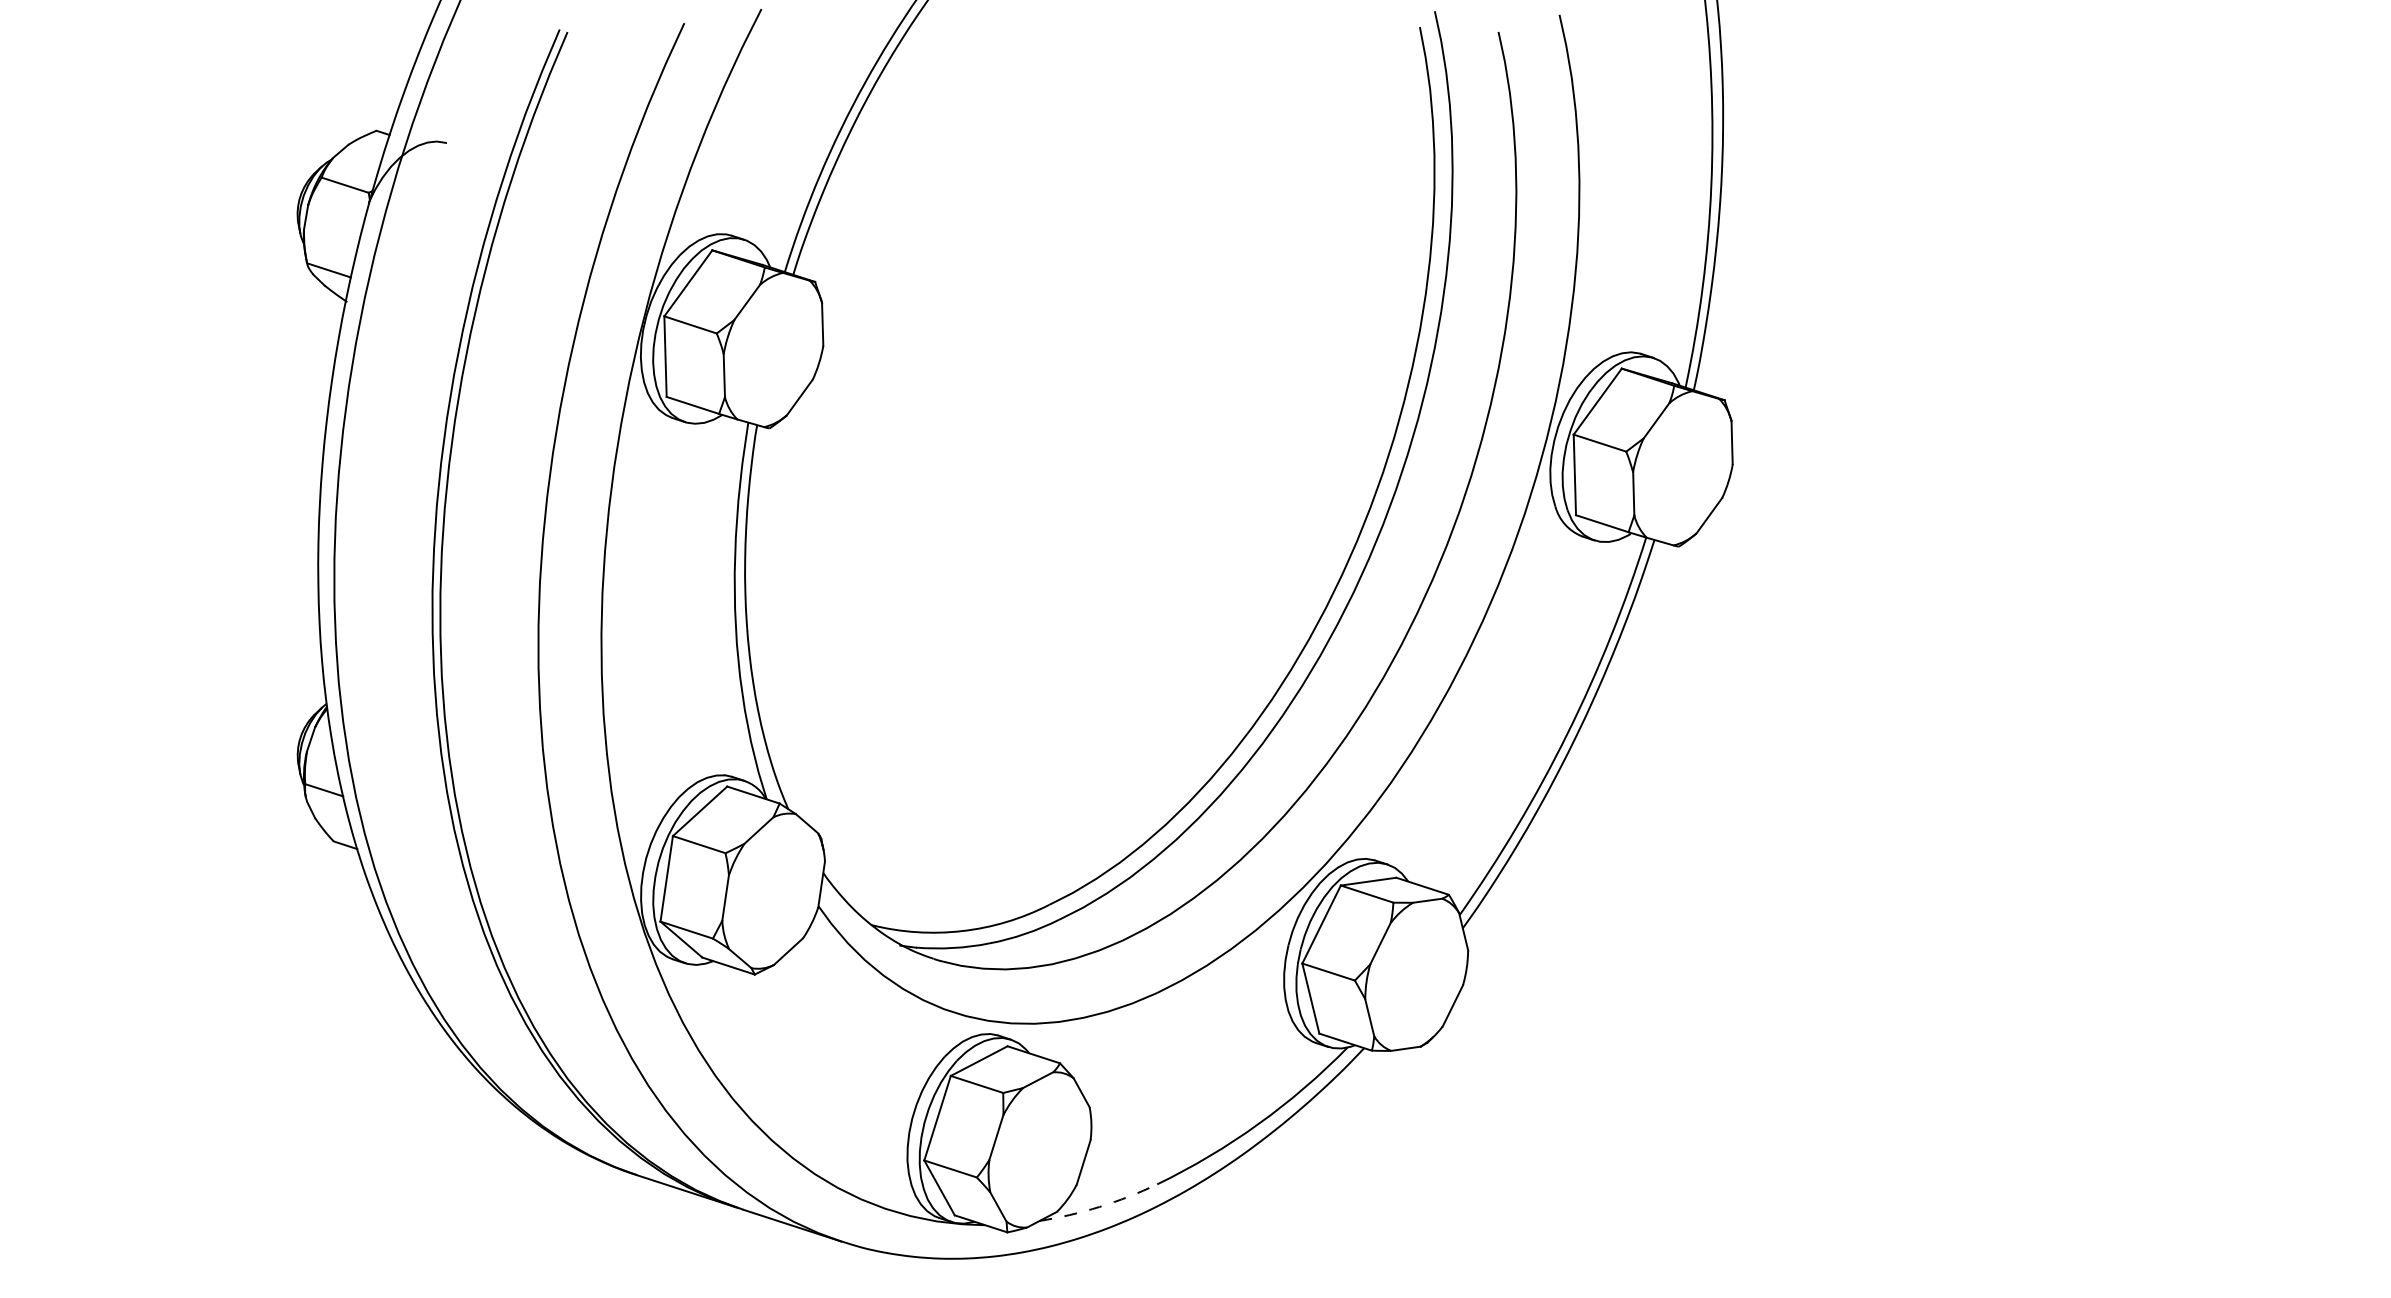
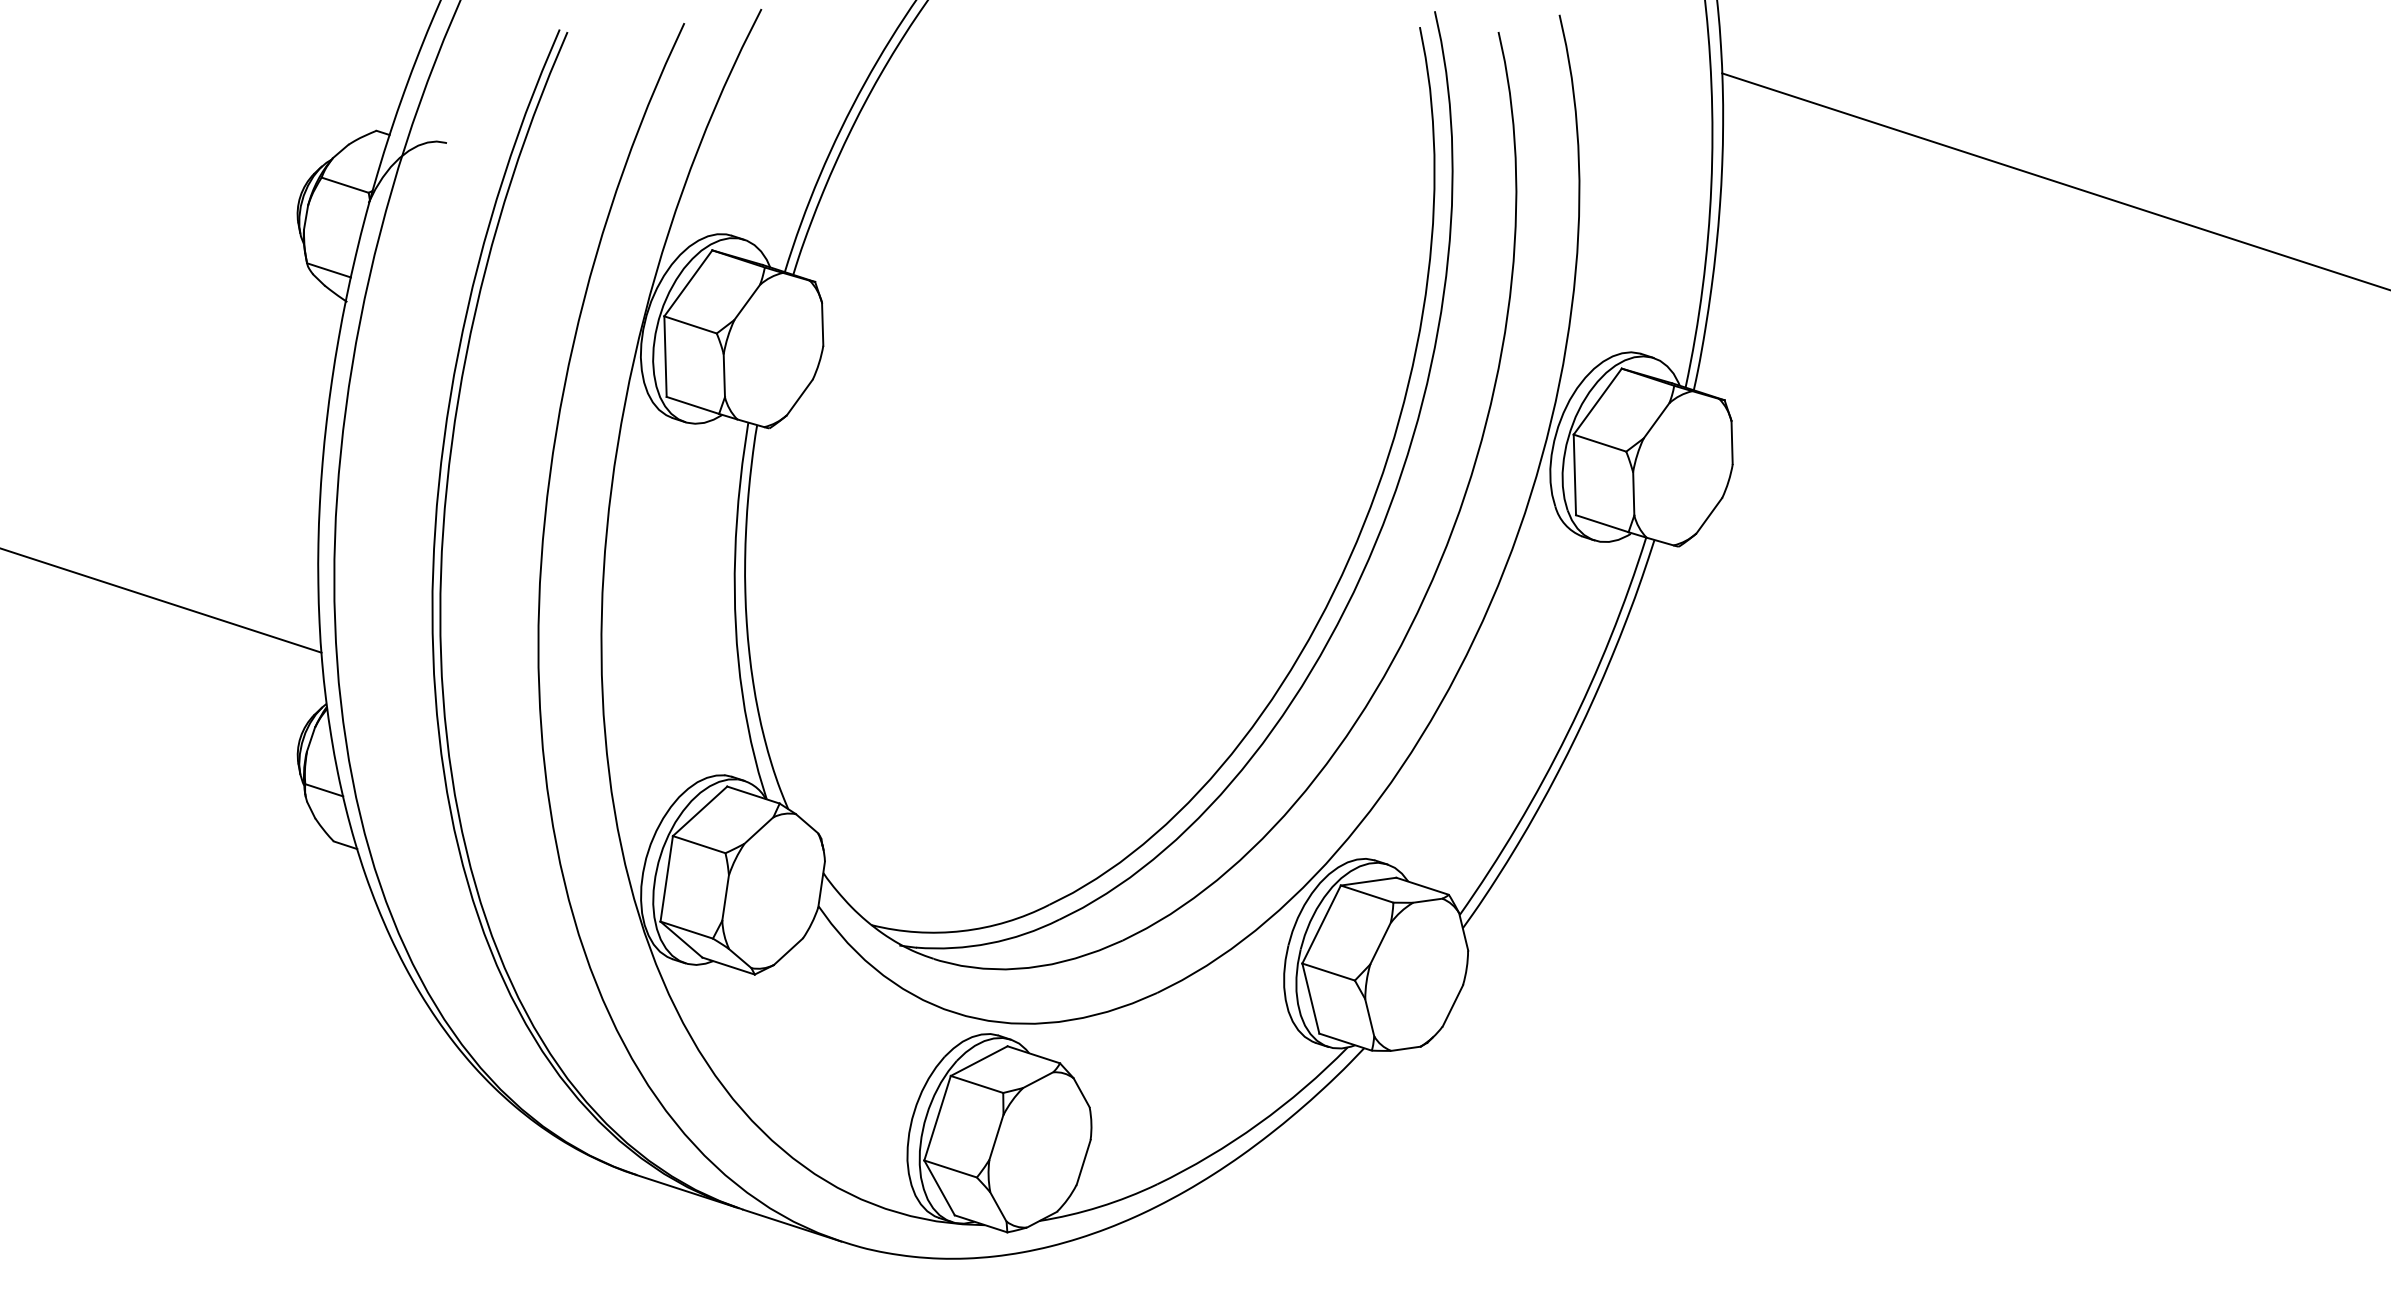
line at (2054, 181): none -> present
line at (161, 600): none -> present
arc at (1099, 1206): dashed -> solid
